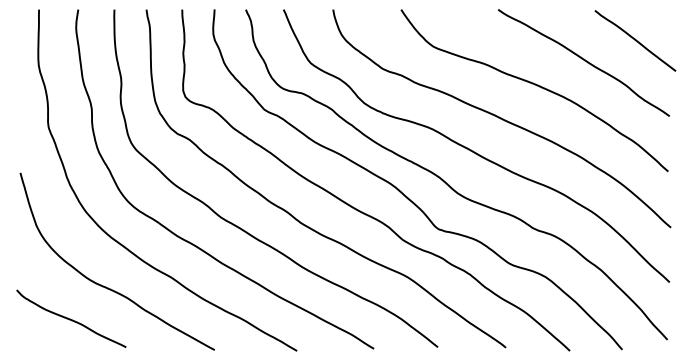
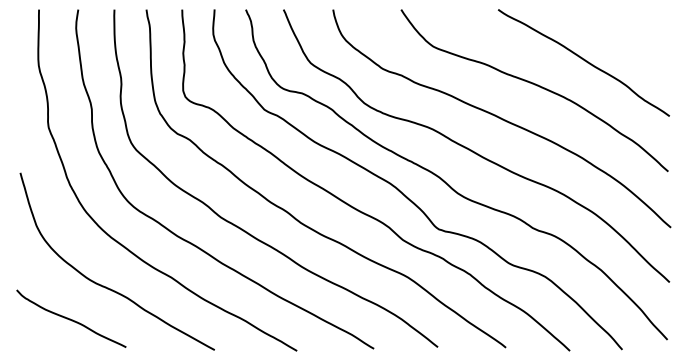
curve at (635, 40): present -> none
